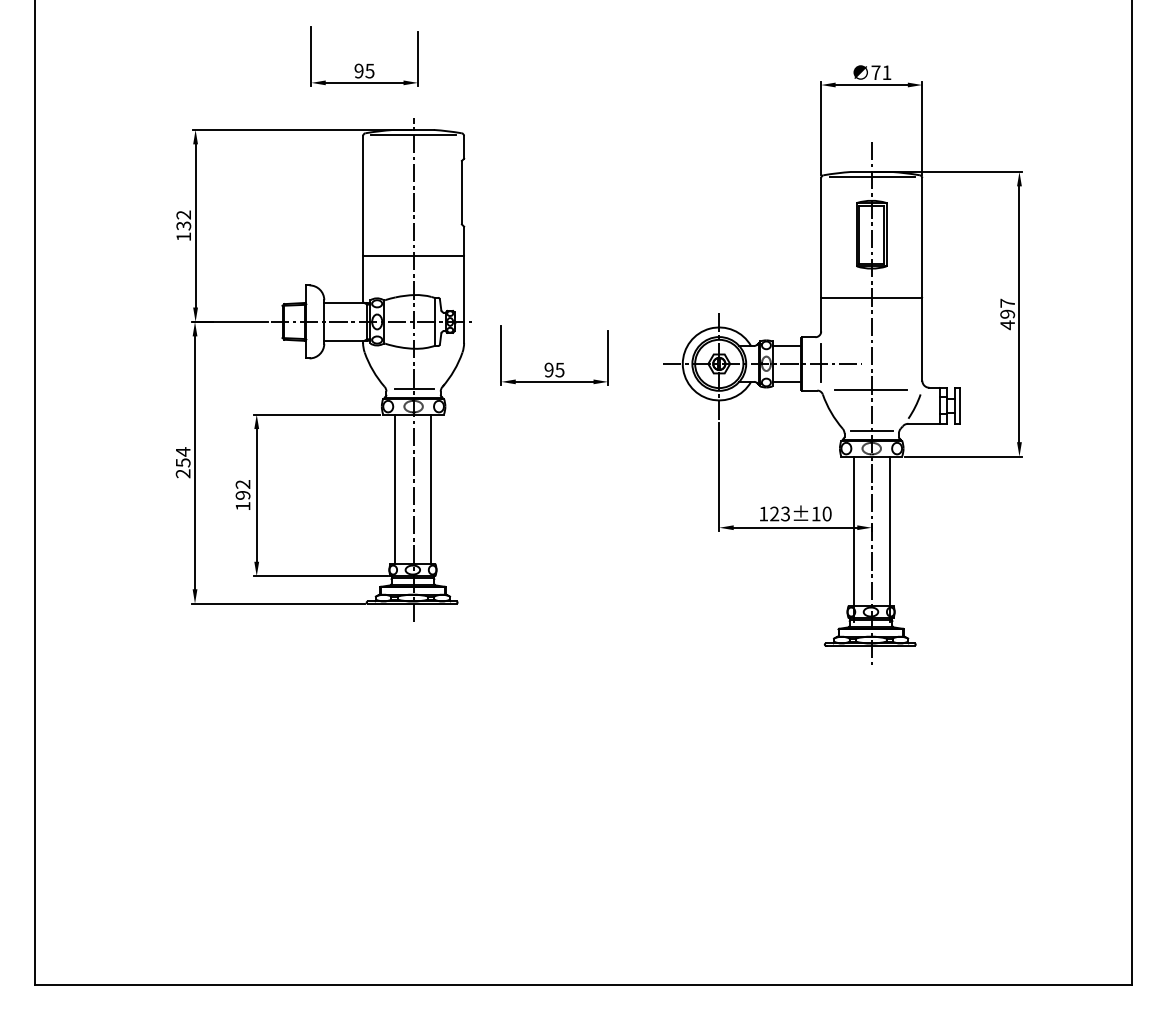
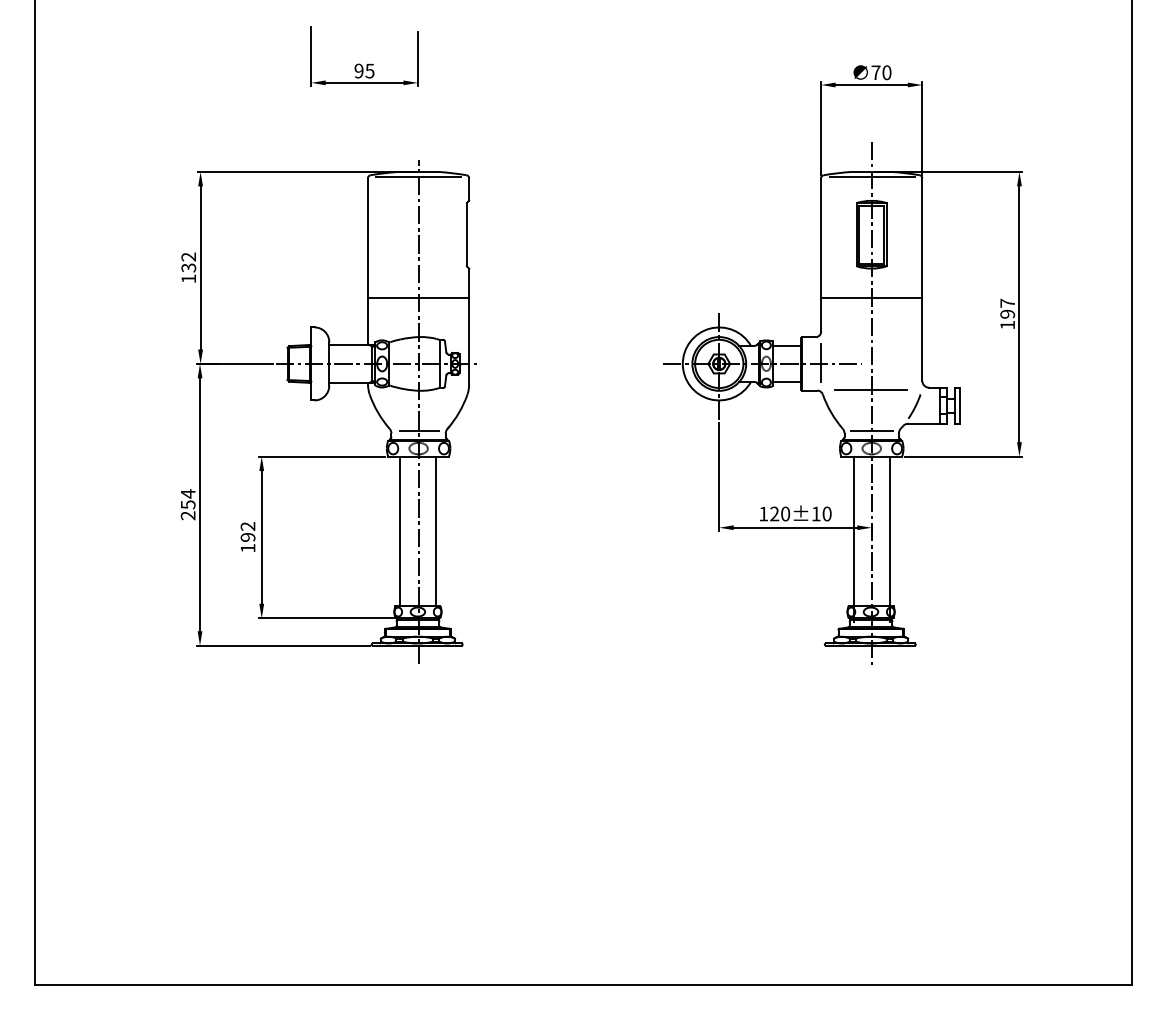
text at (886, 72): 71 -> 70
text at (1007, 325): 497 -> 197
part at (556, 363): present -> none
part at (323, 369) position: (323, 369) -> (328, 411)
text at (785, 513): 123±10 -> 120±10
